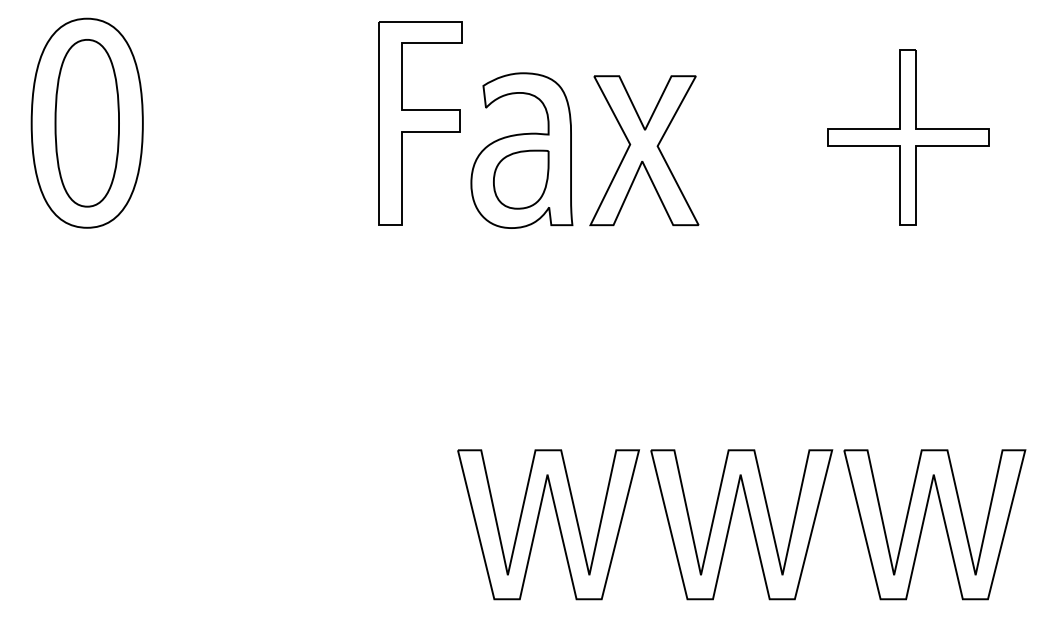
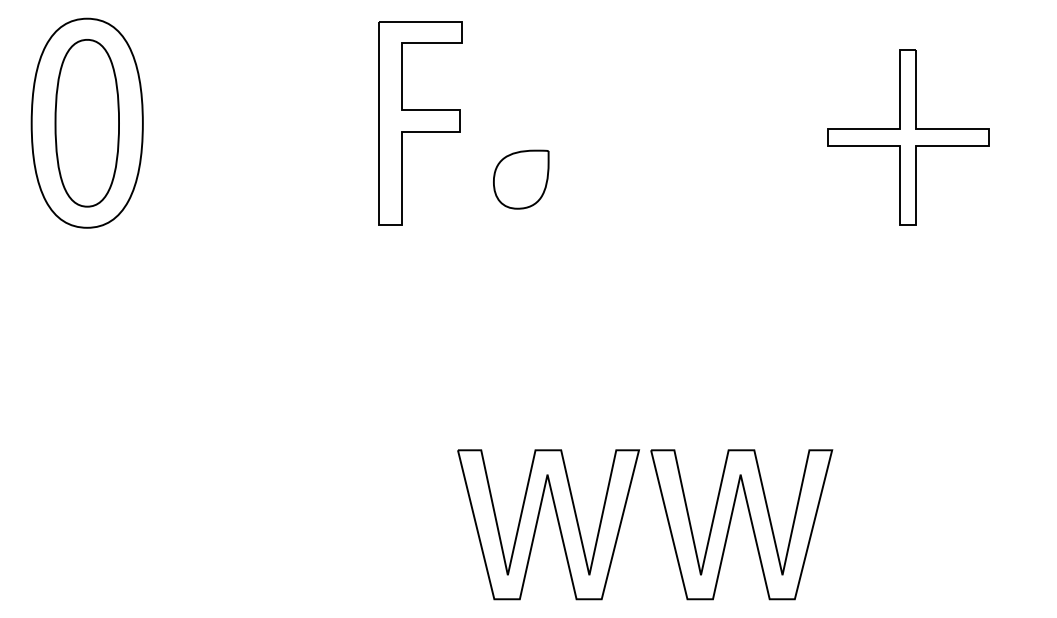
part at (521, 150): present -> none
part at (644, 150): present -> none
part at (943, 521): present -> none
